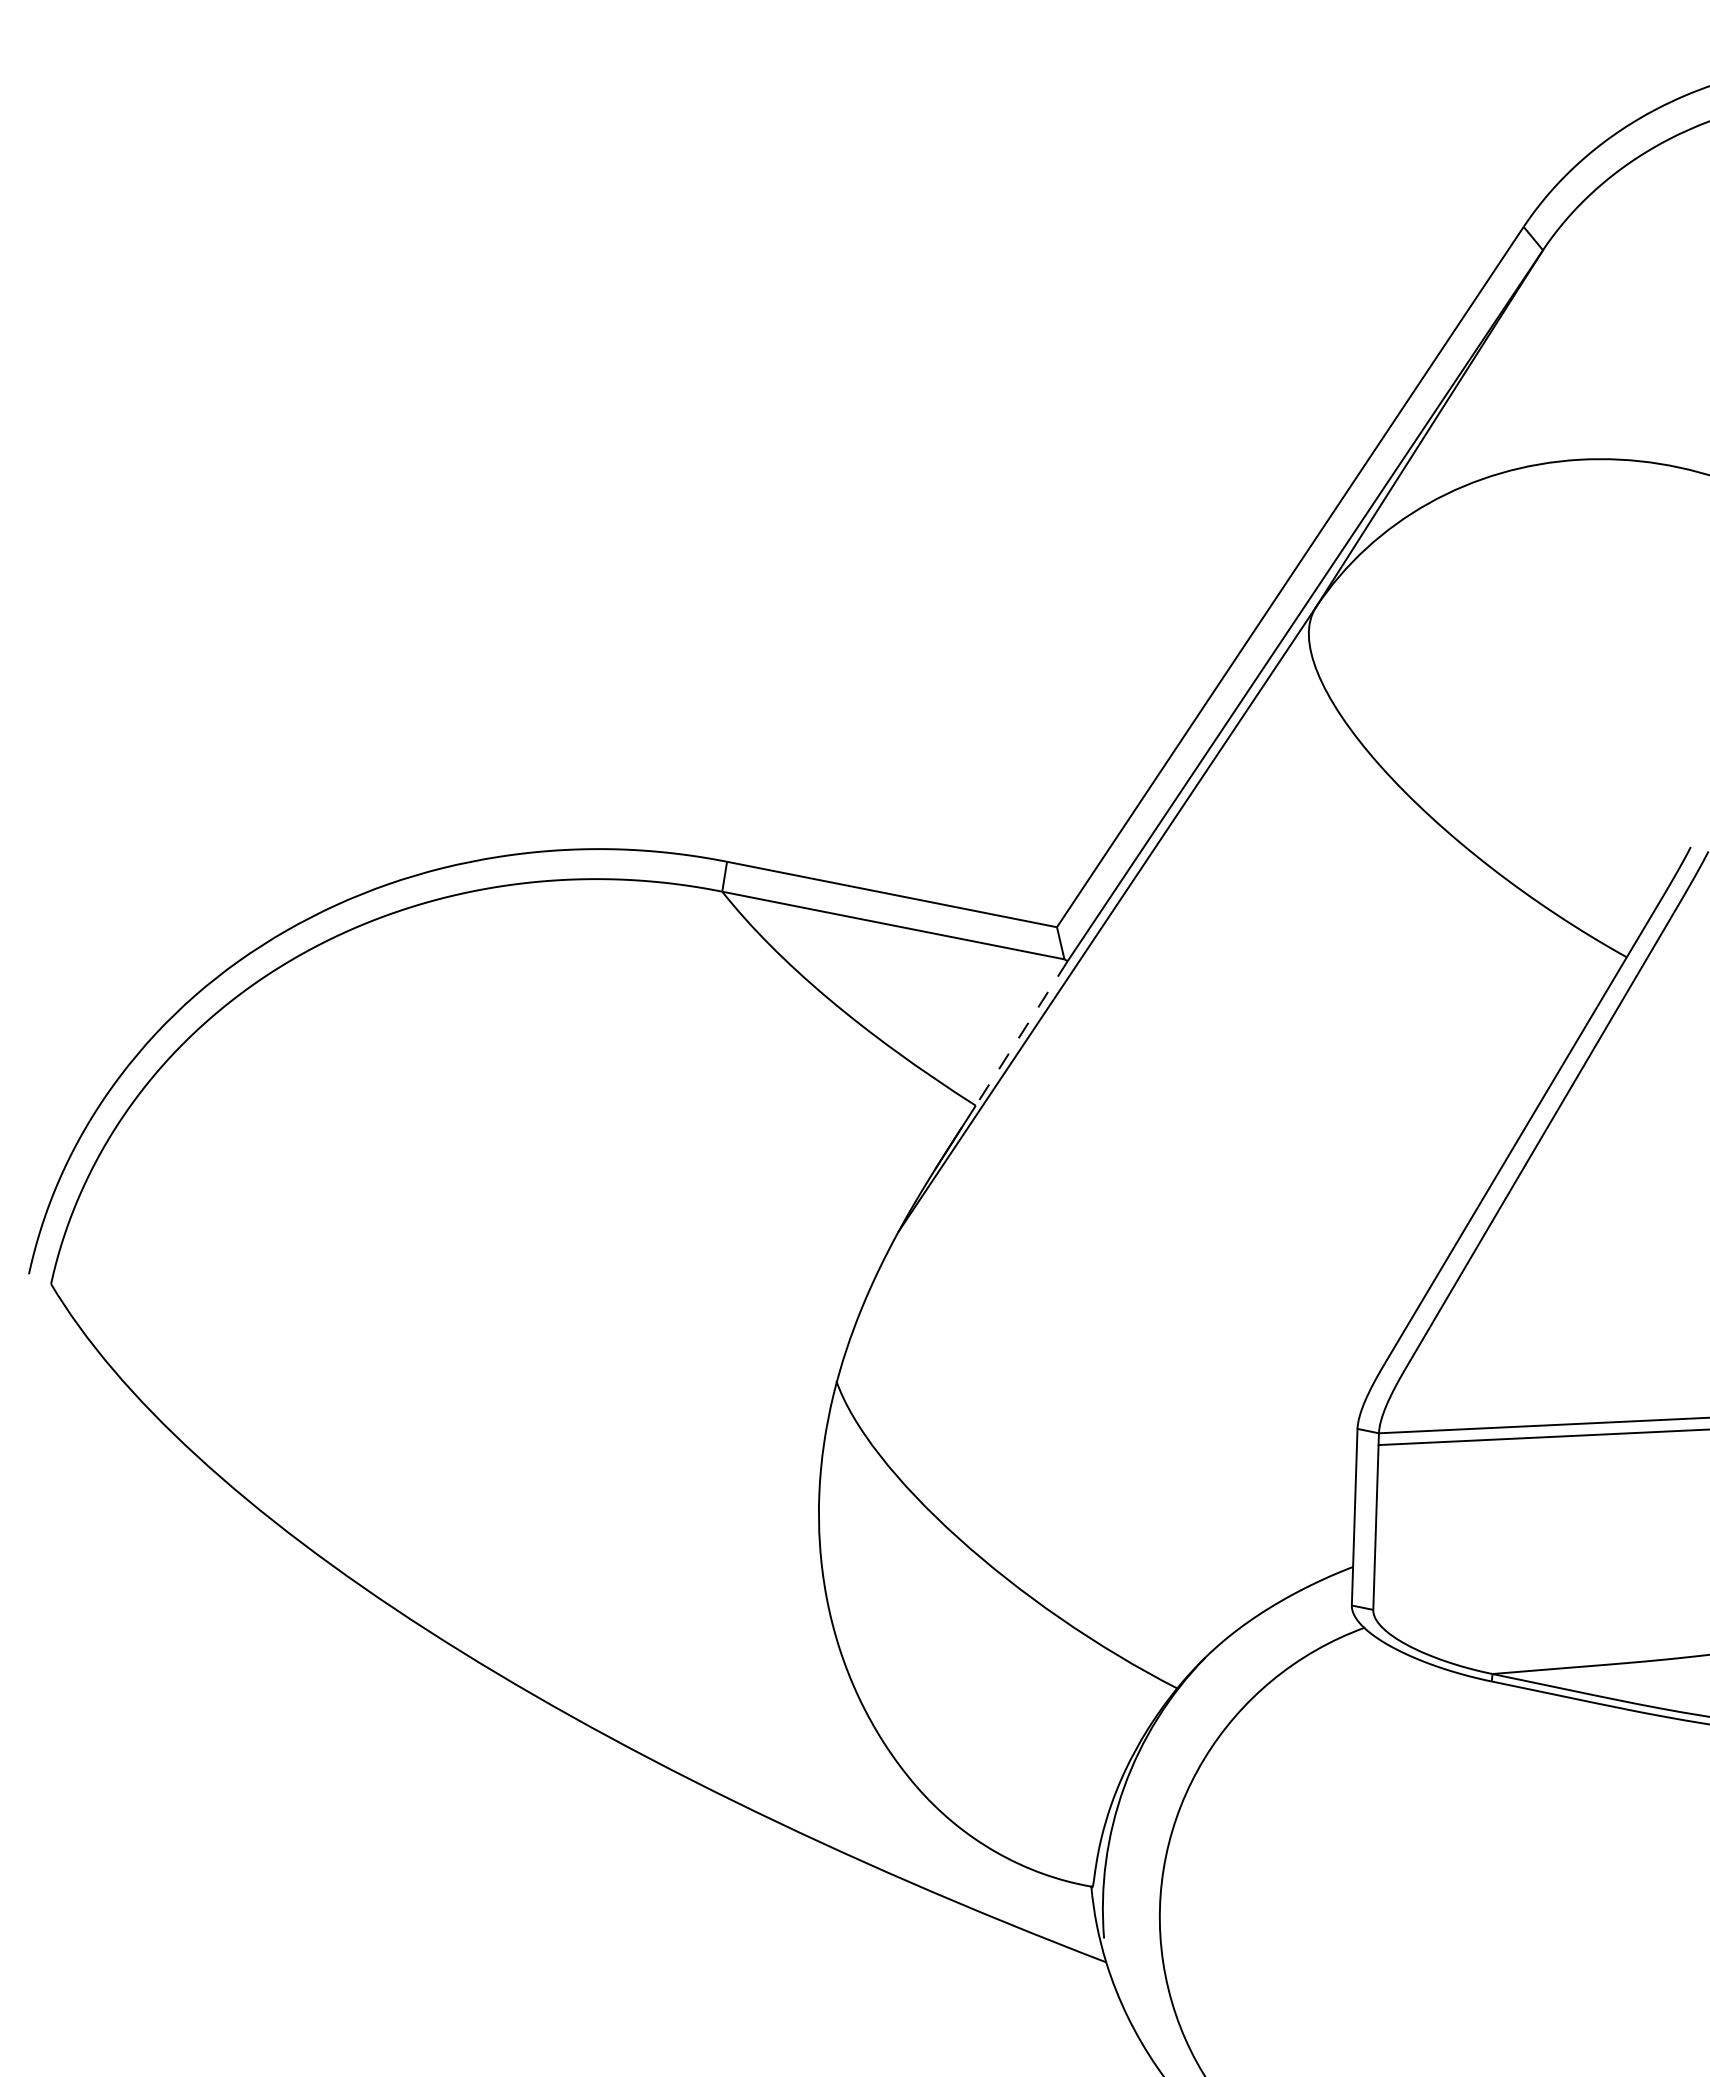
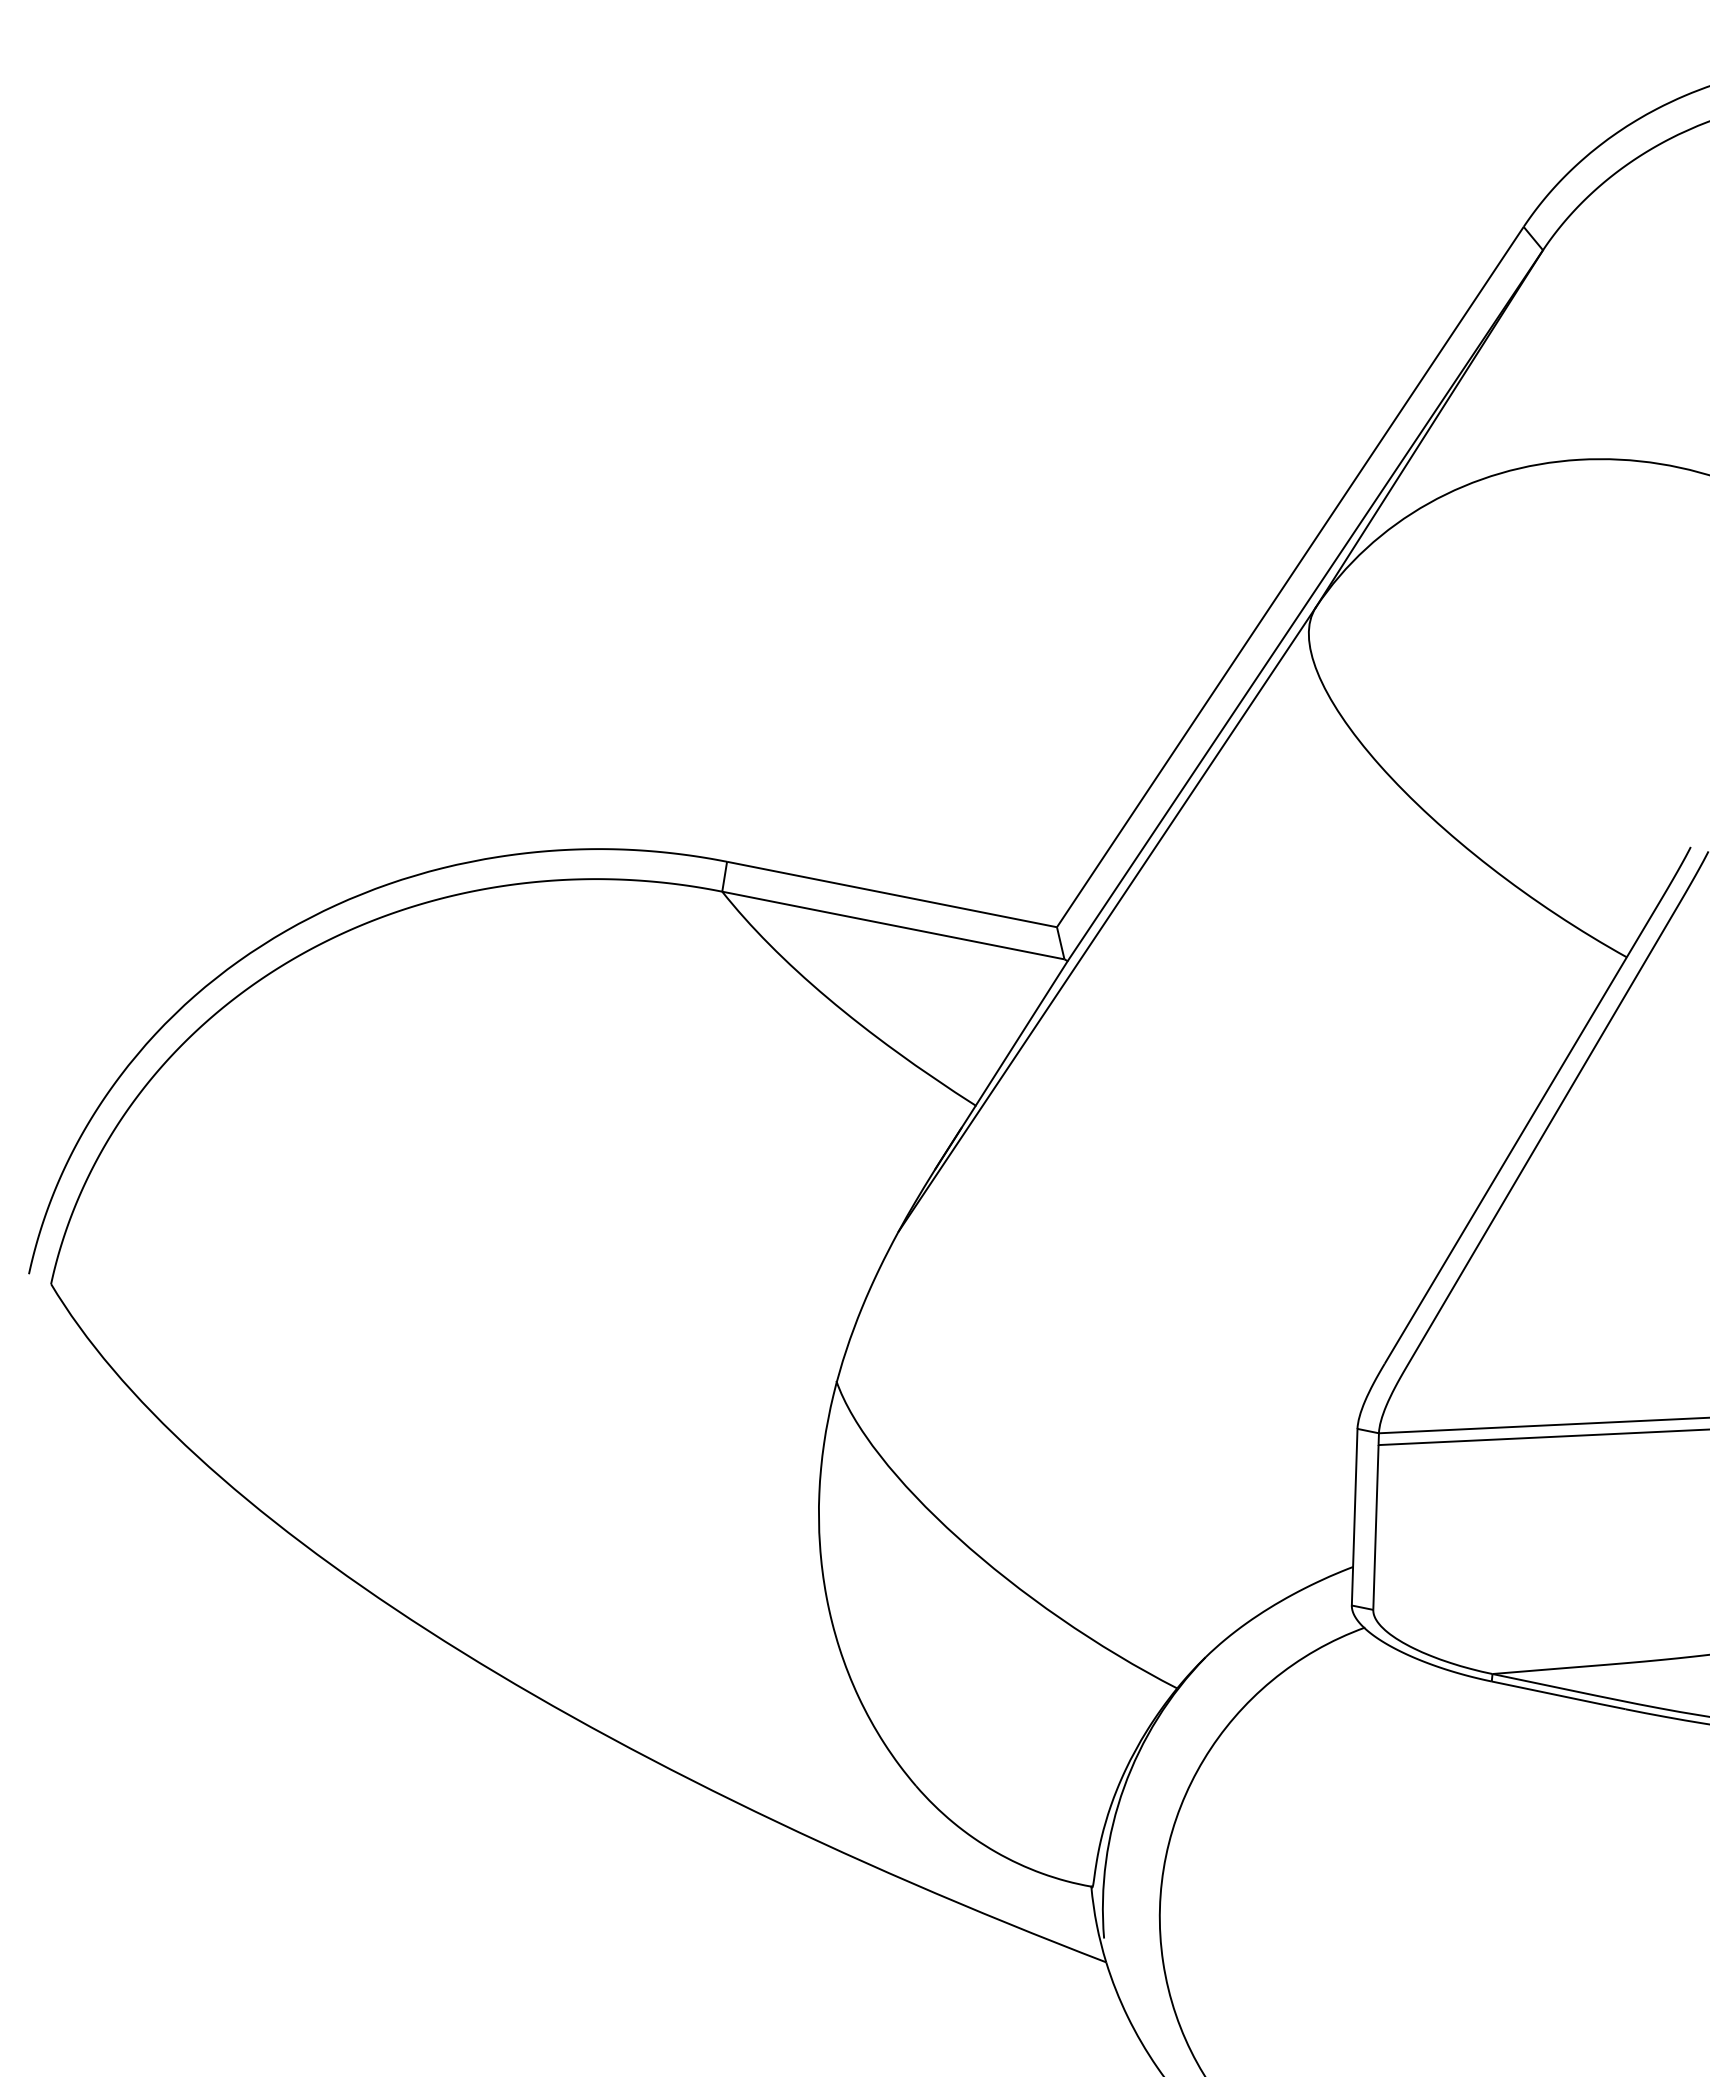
line at (1021, 1033): dashed -> solid
